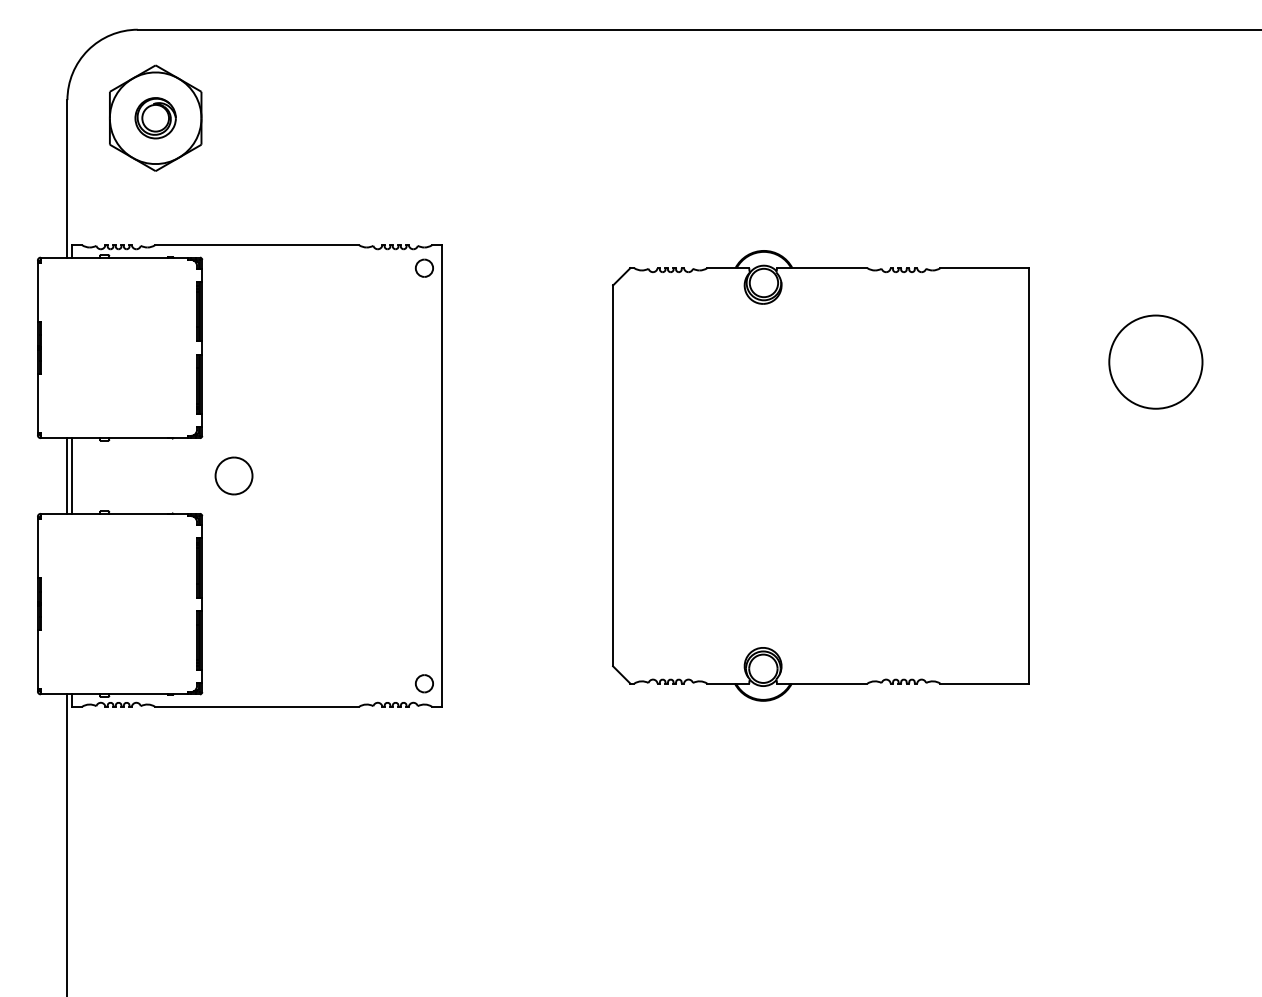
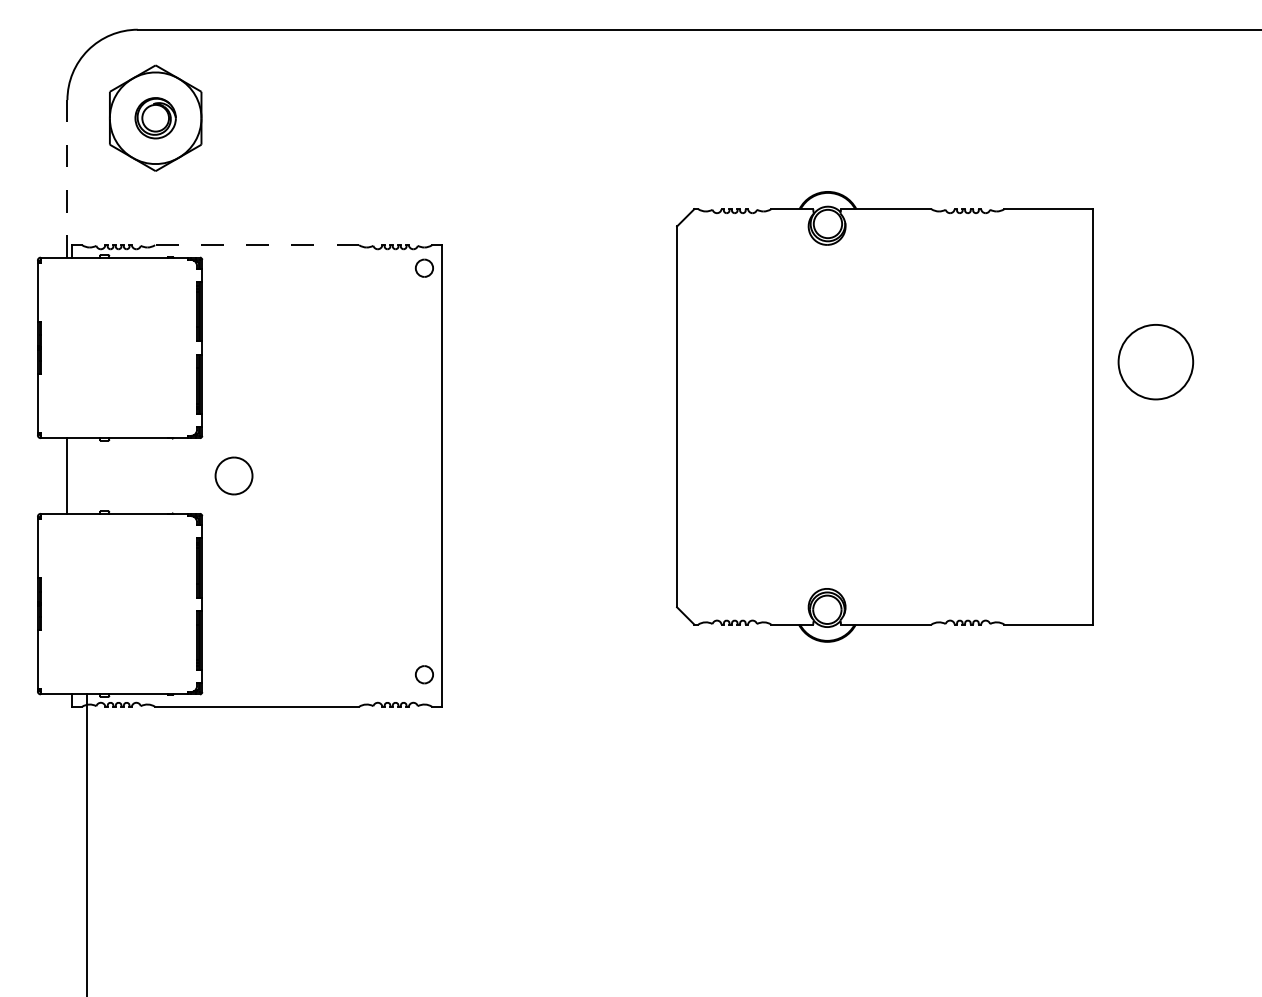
line at (67, 178): solid -> dashed
line at (257, 245): solid -> dashed
circle at (1155, 361) diameter: 93 px -> 75 px
line at (72, 475): present -> none
part at (820, 475) position: (820, 475) -> (884, 416)
part at (424, 683) position: (424, 683) -> (424, 674)
line at (67, 843) position: (67, 843) -> (87, 843)
